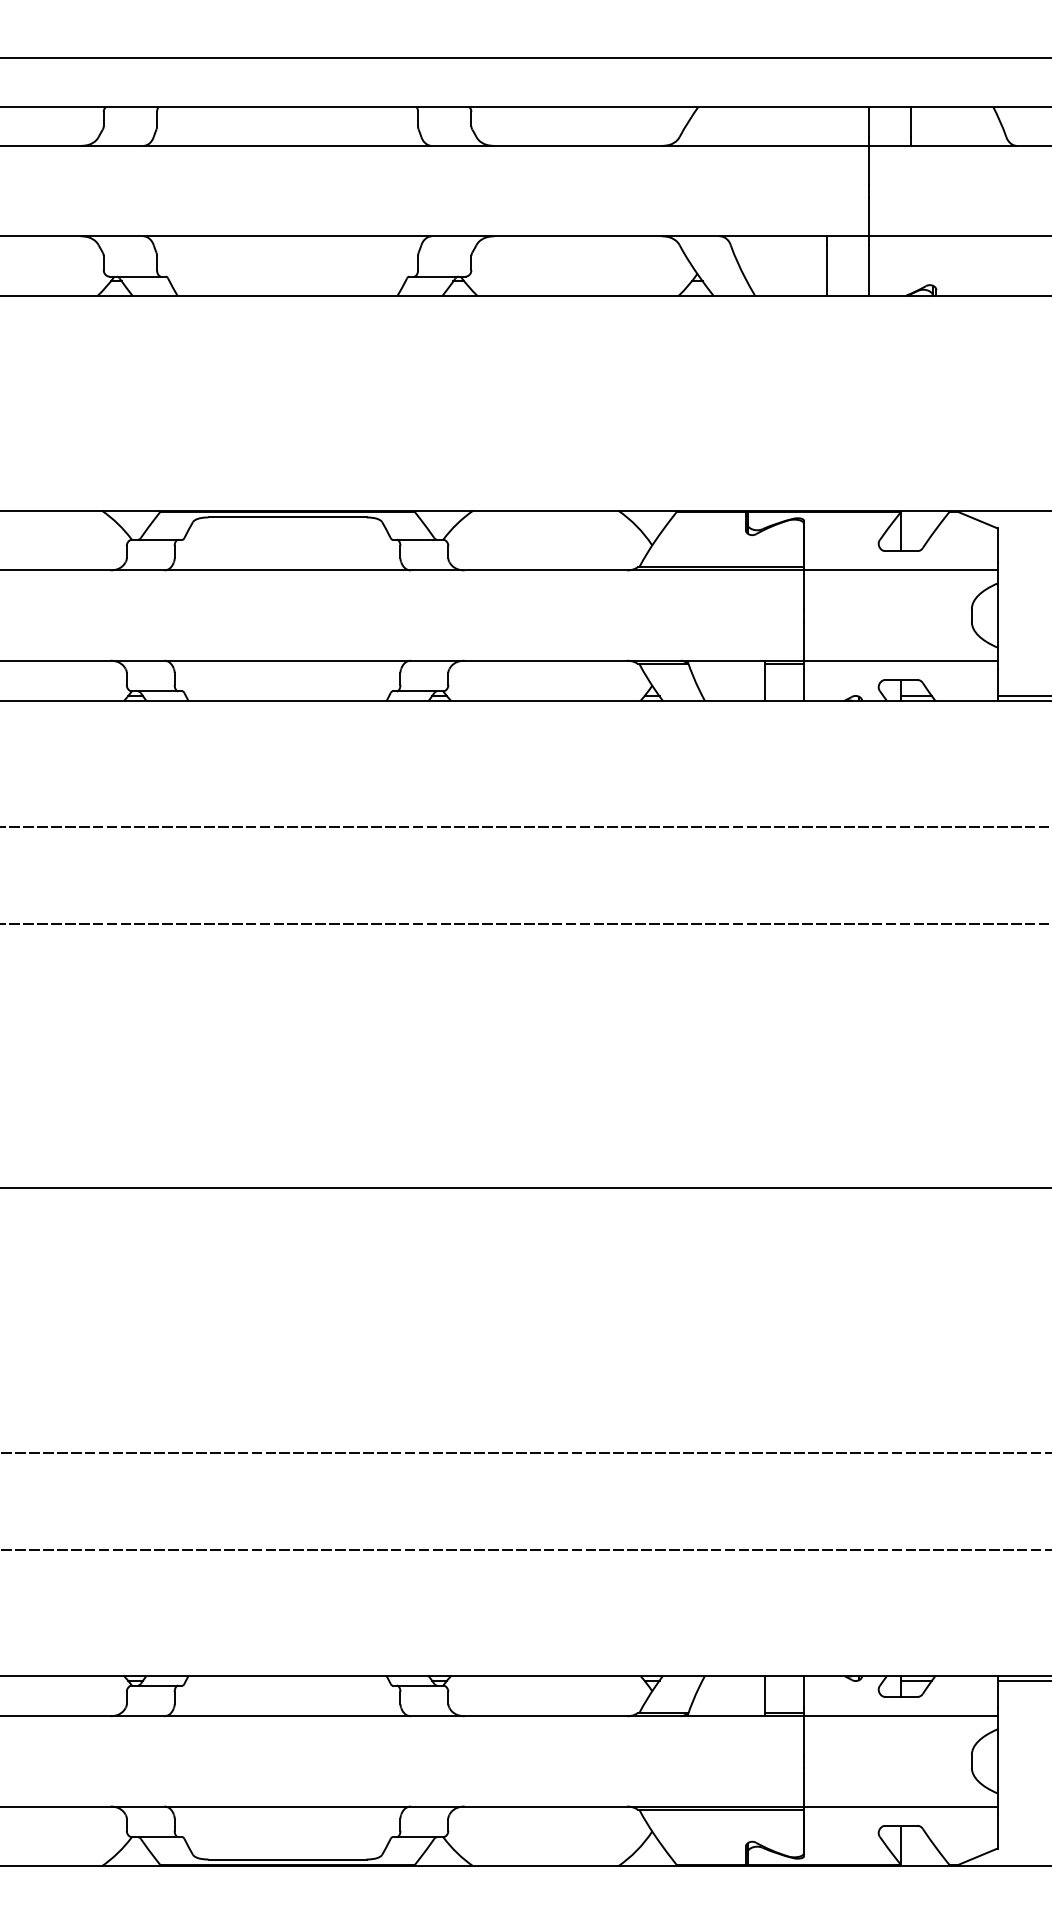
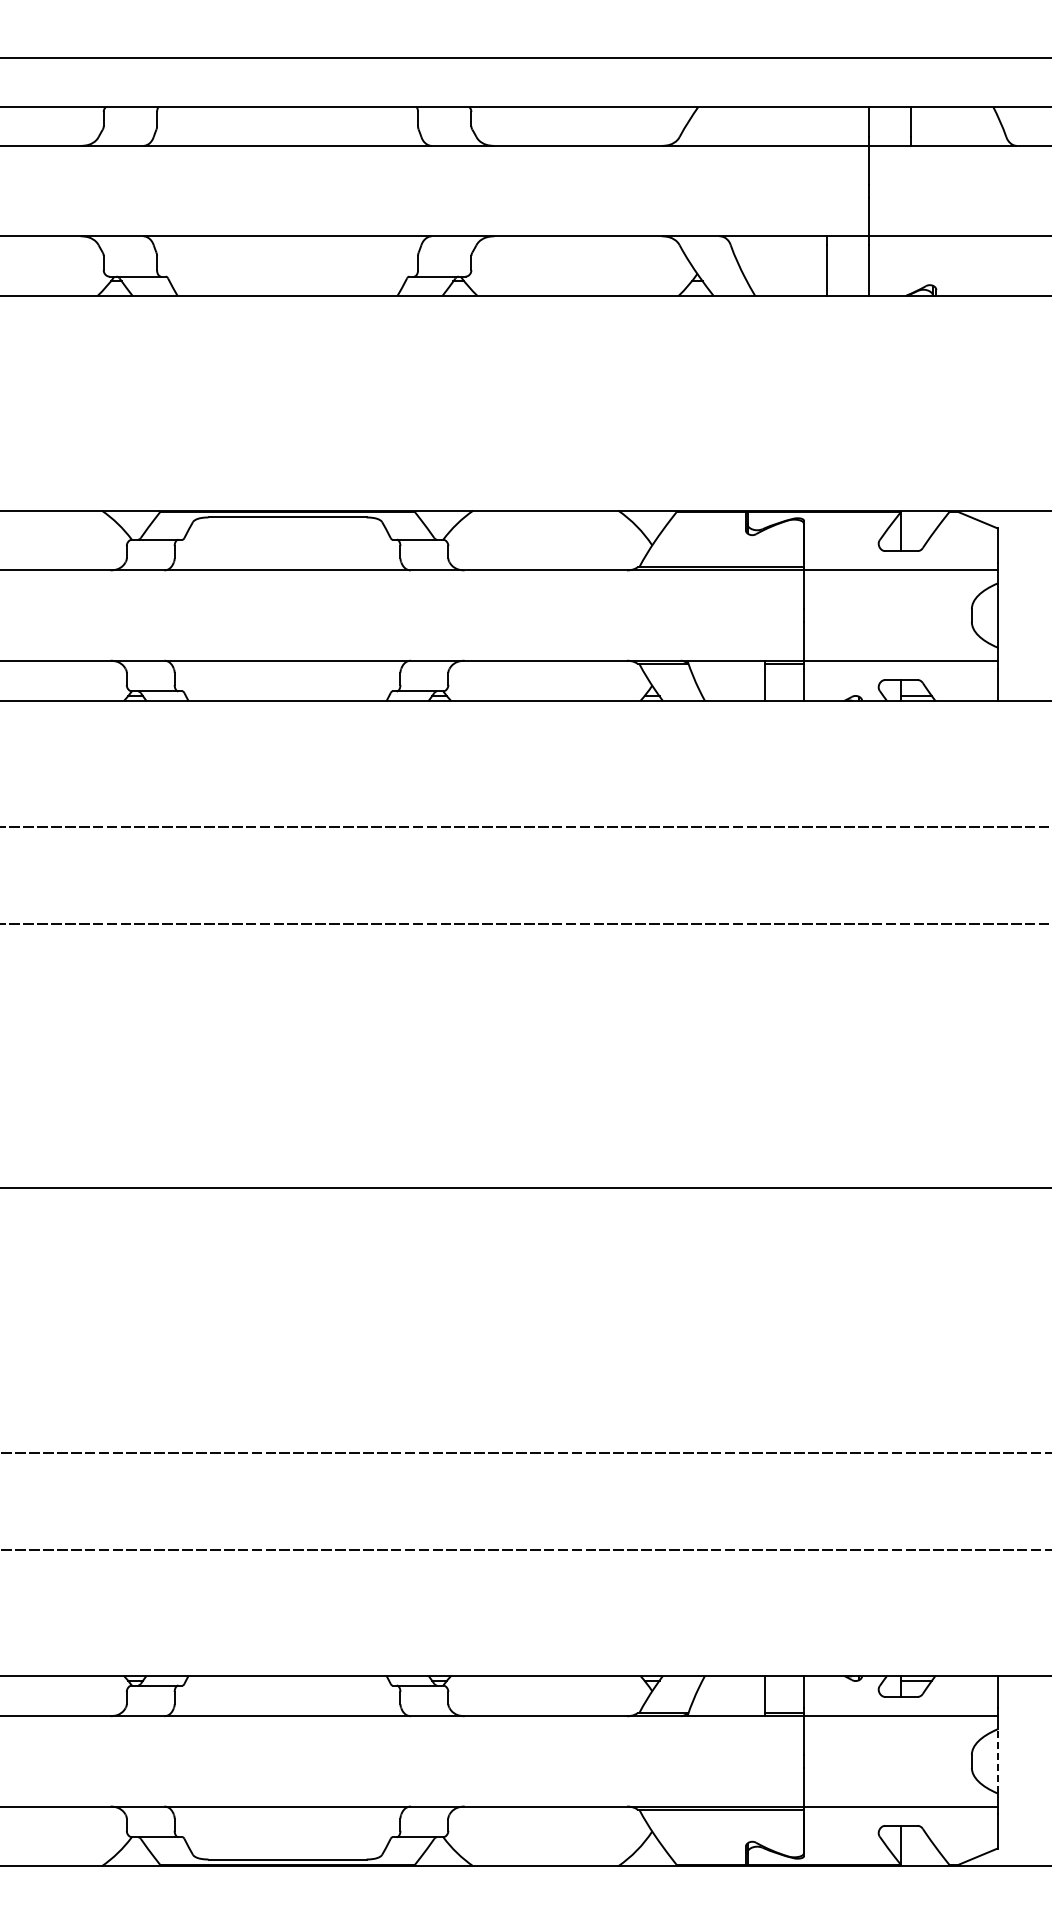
line at (1022, 696): present -> none
line at (1022, 1680): present -> none
line at (997, 1760): solid -> dashed
